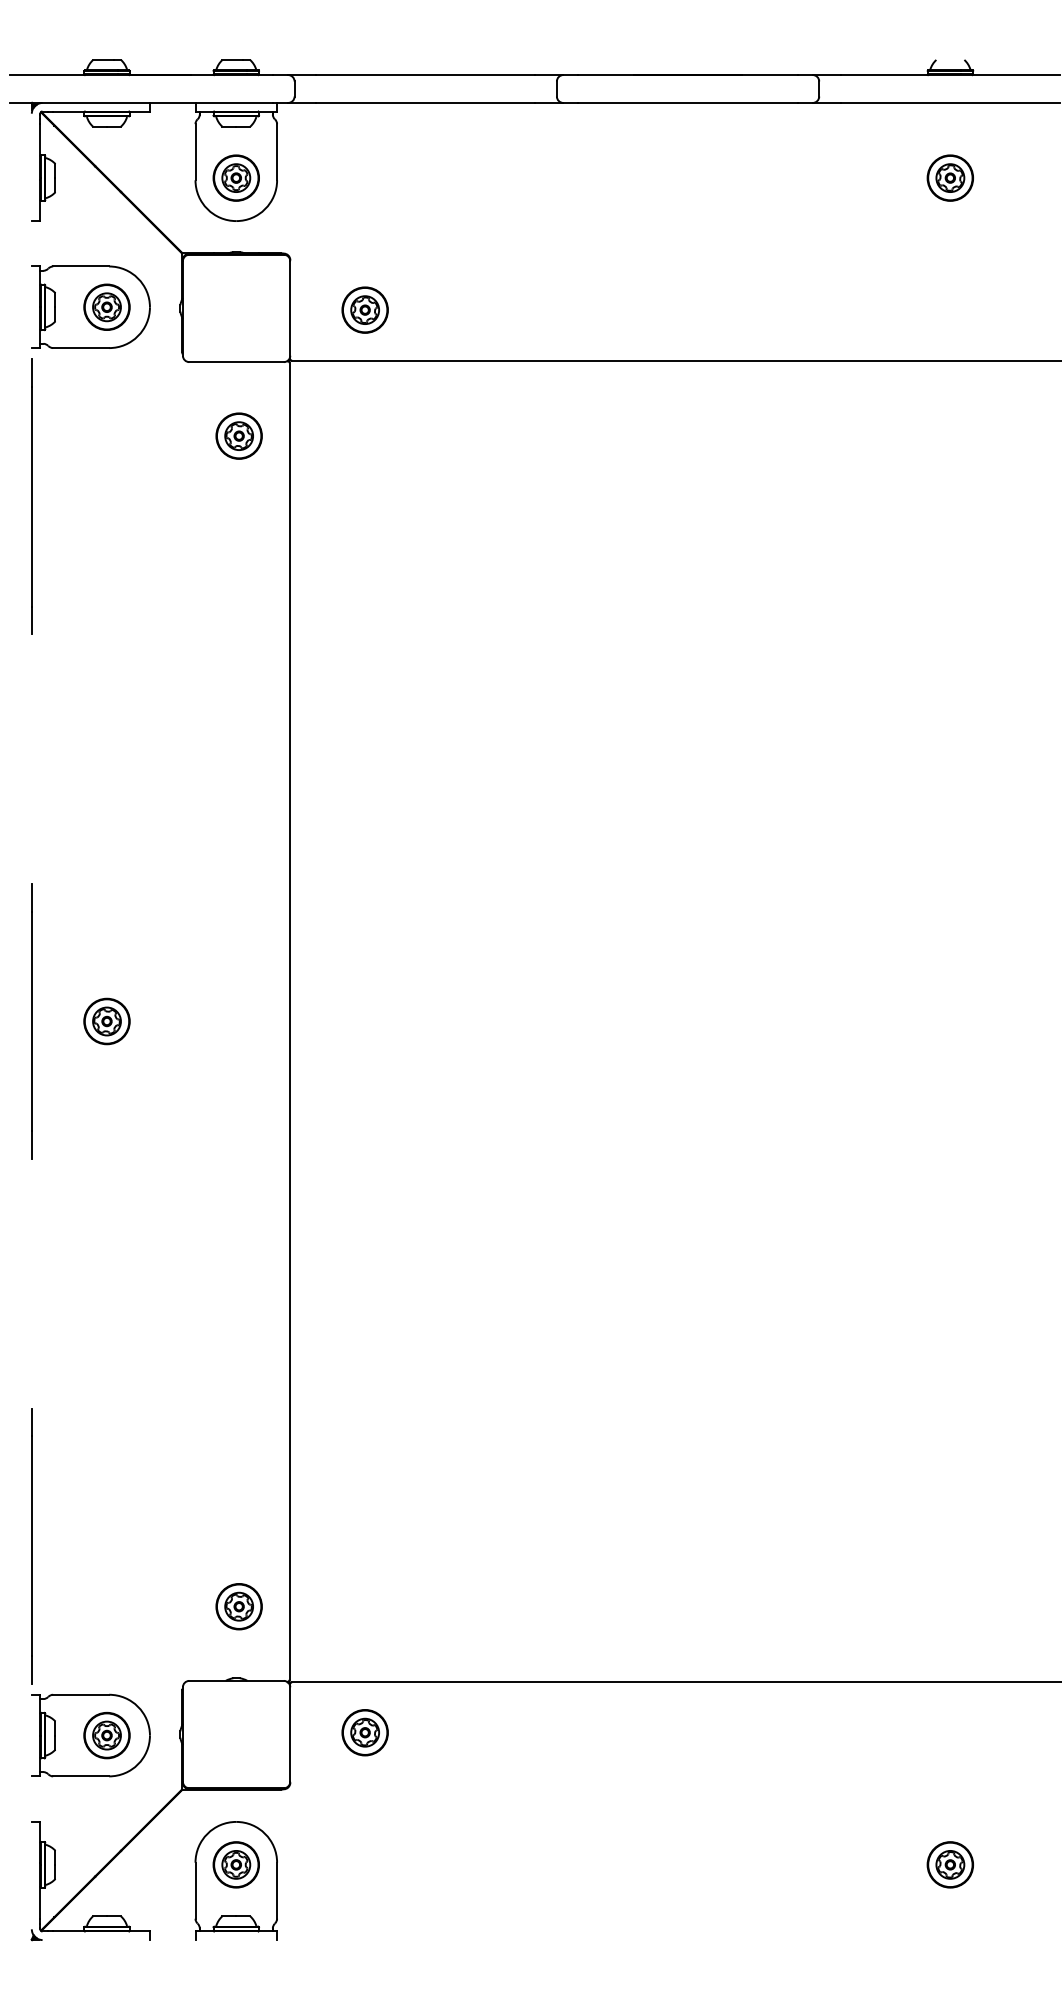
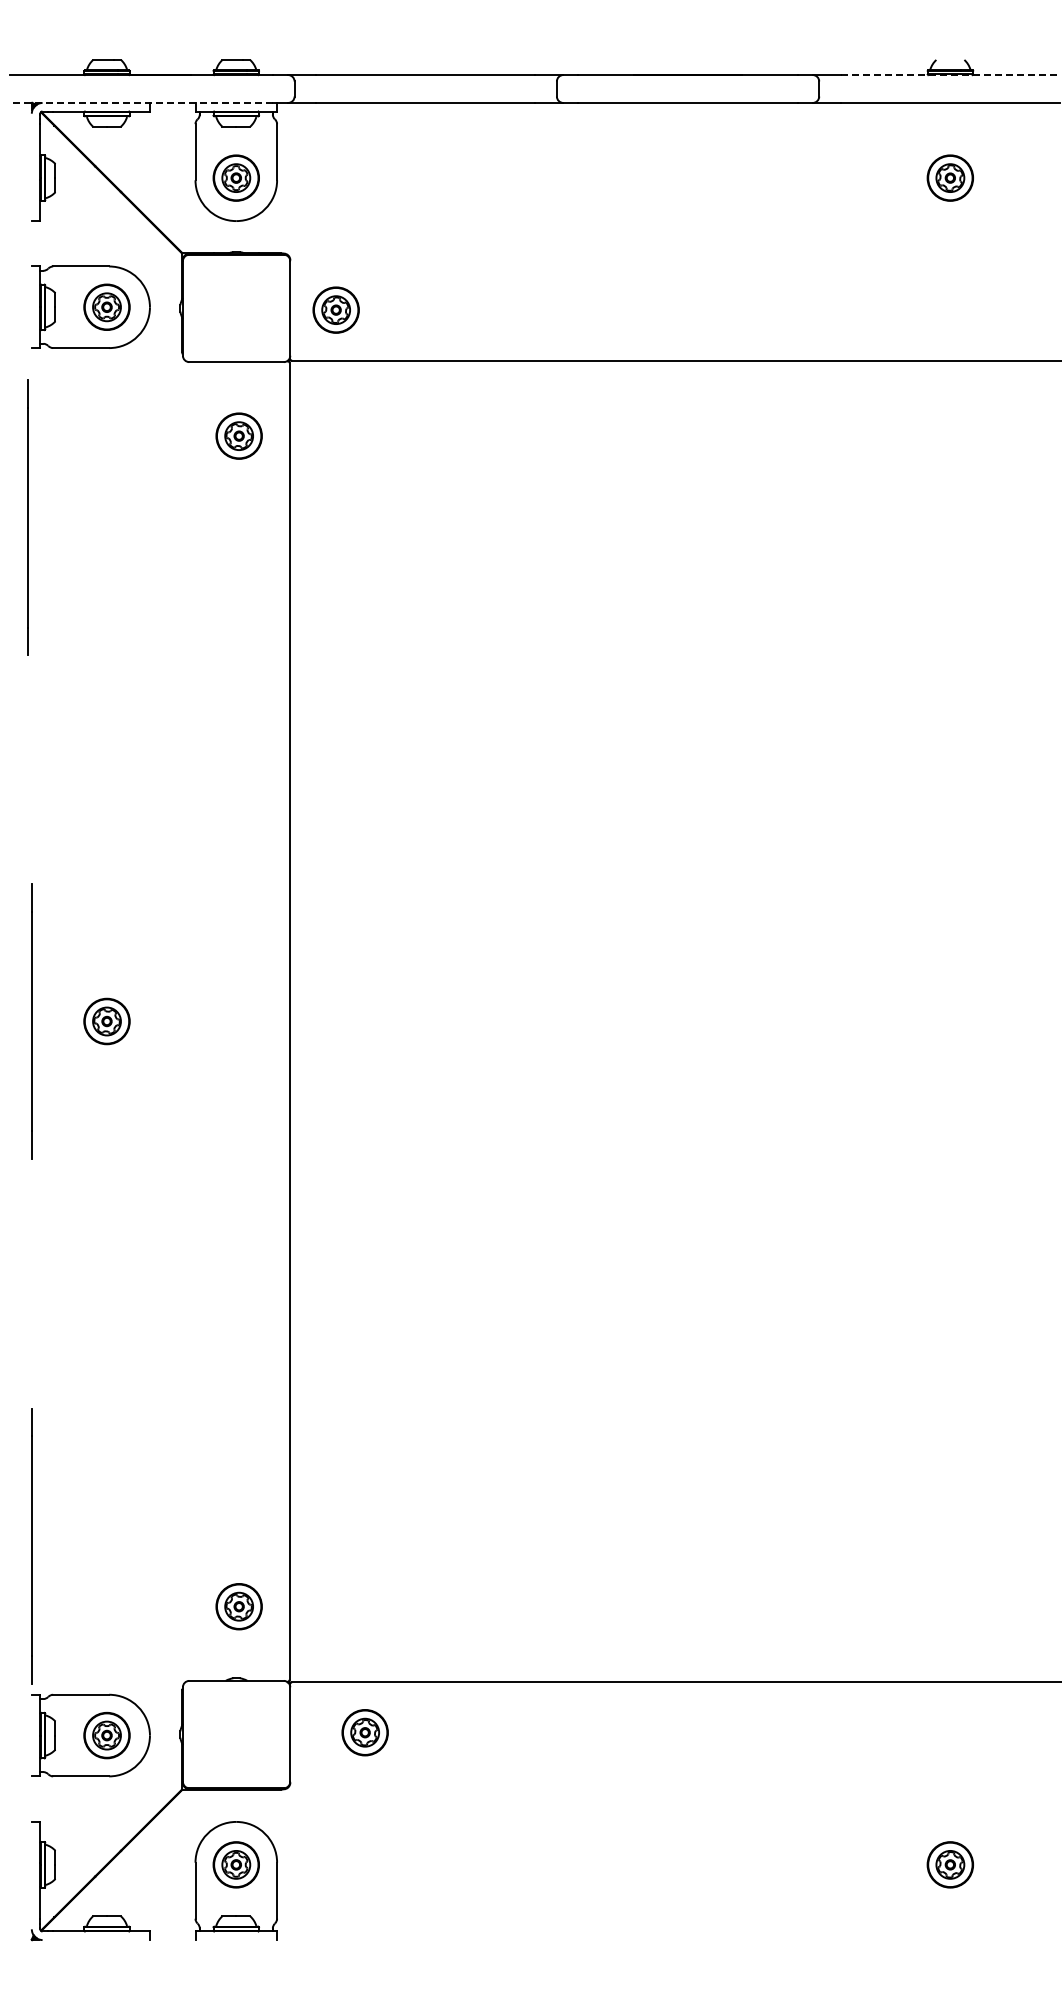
line at (950, 75): solid -> dashed
line at (141, 102): solid -> dashed
part at (364, 309) position: (364, 309) -> (335, 309)
line at (31, 496) position: (31, 496) -> (27, 517)
